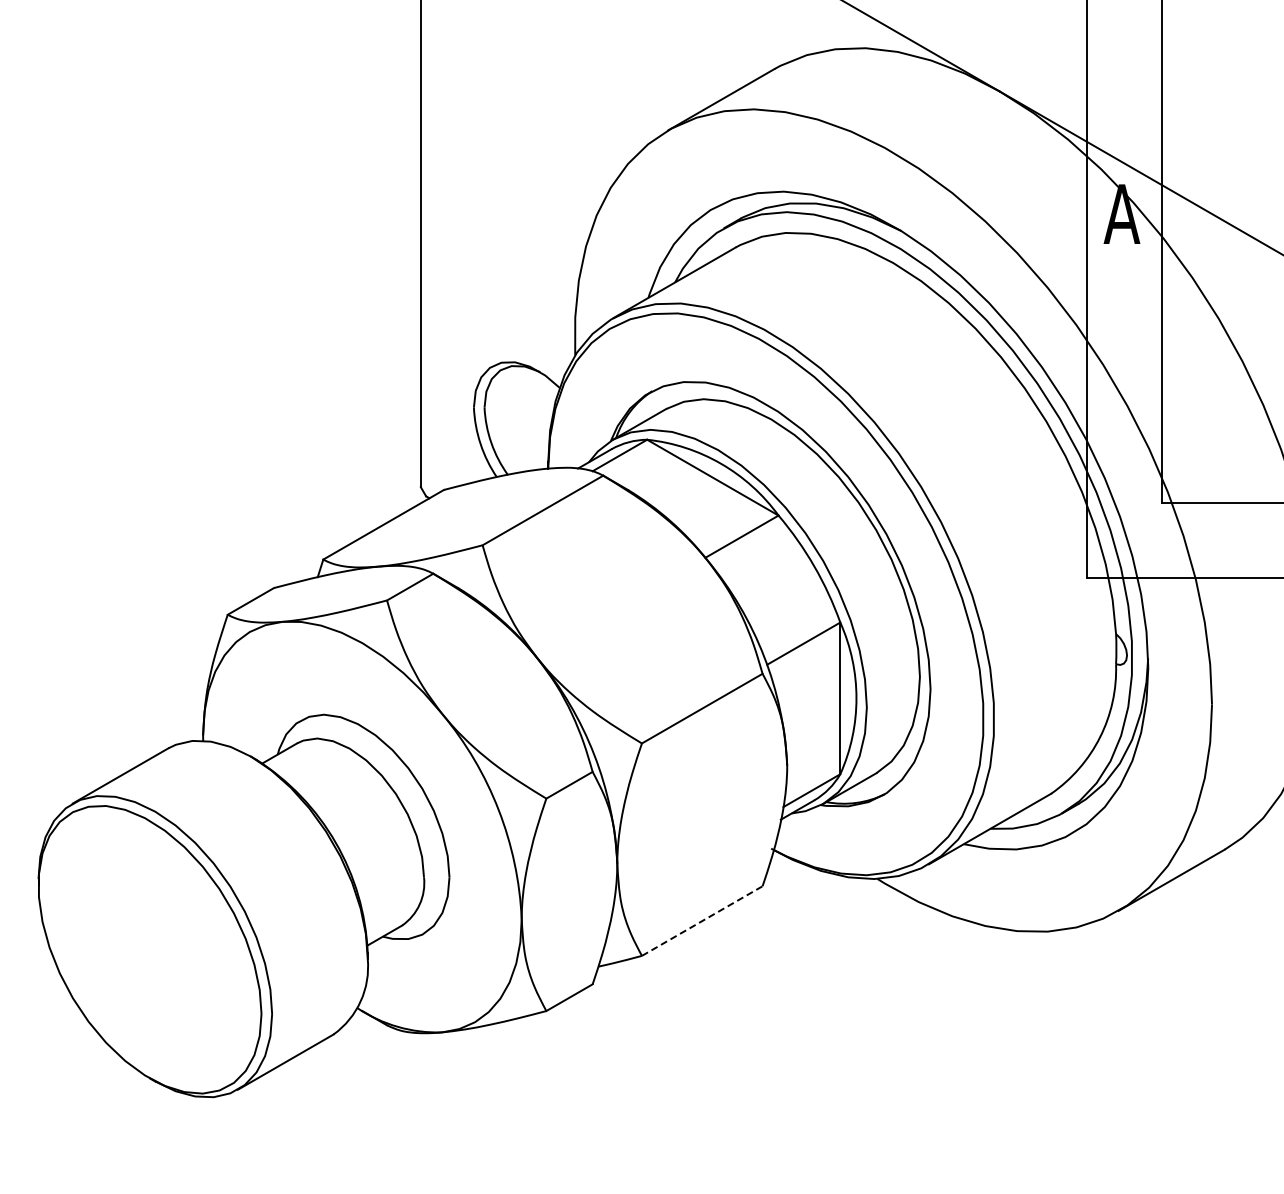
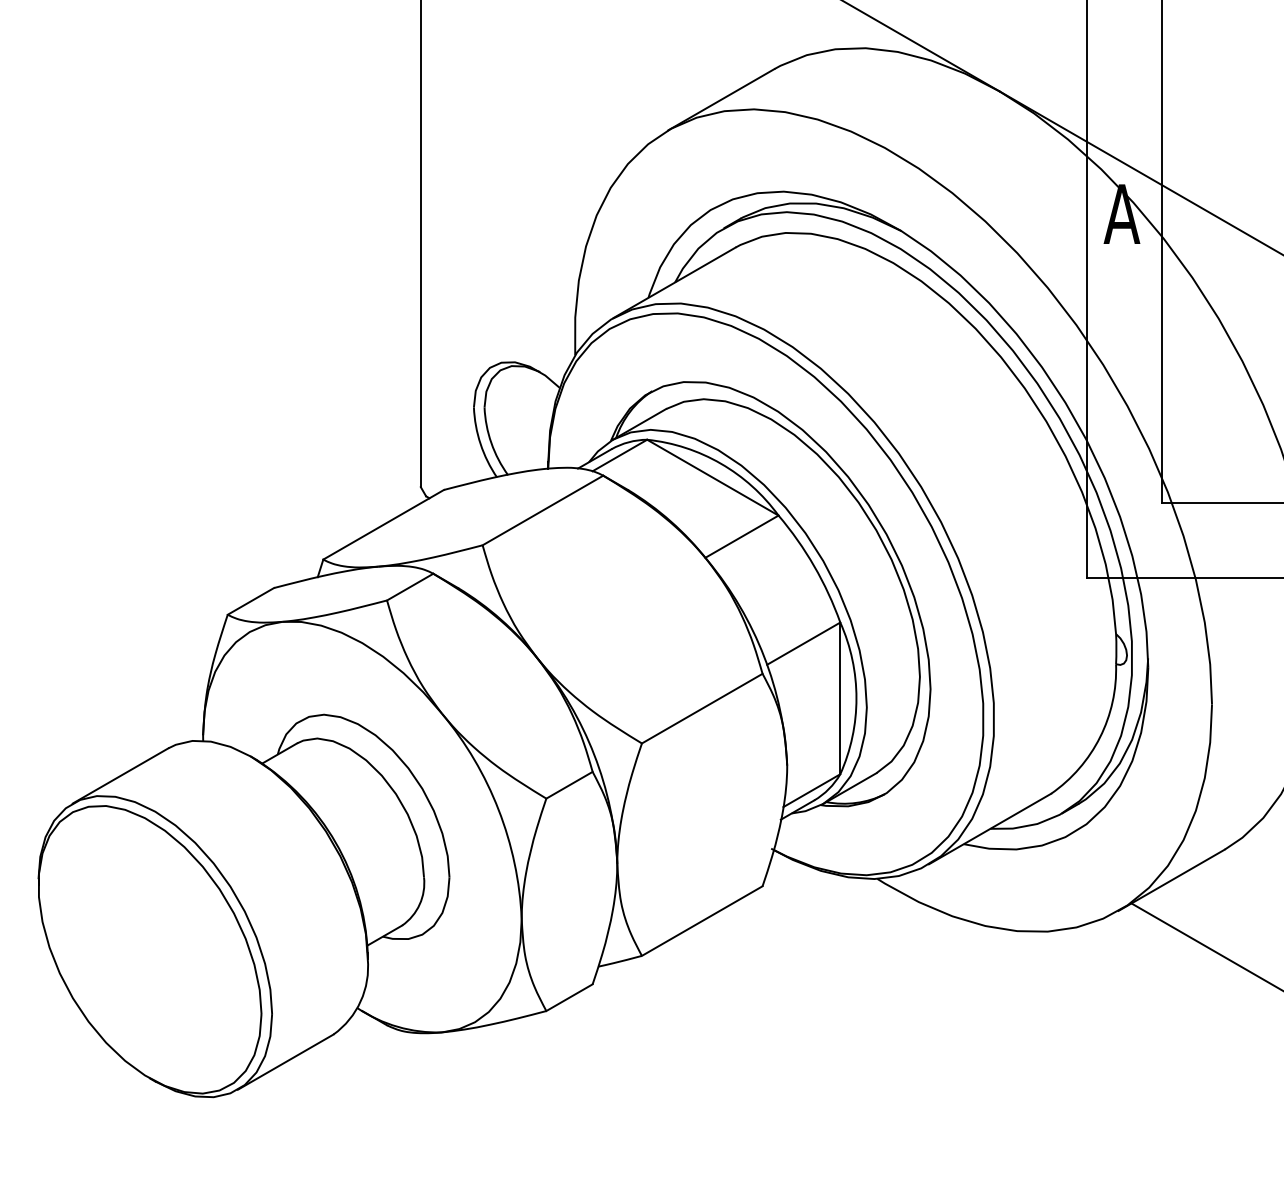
line at (702, 921): dashed -> solid
line at (1205, 946): none -> present
